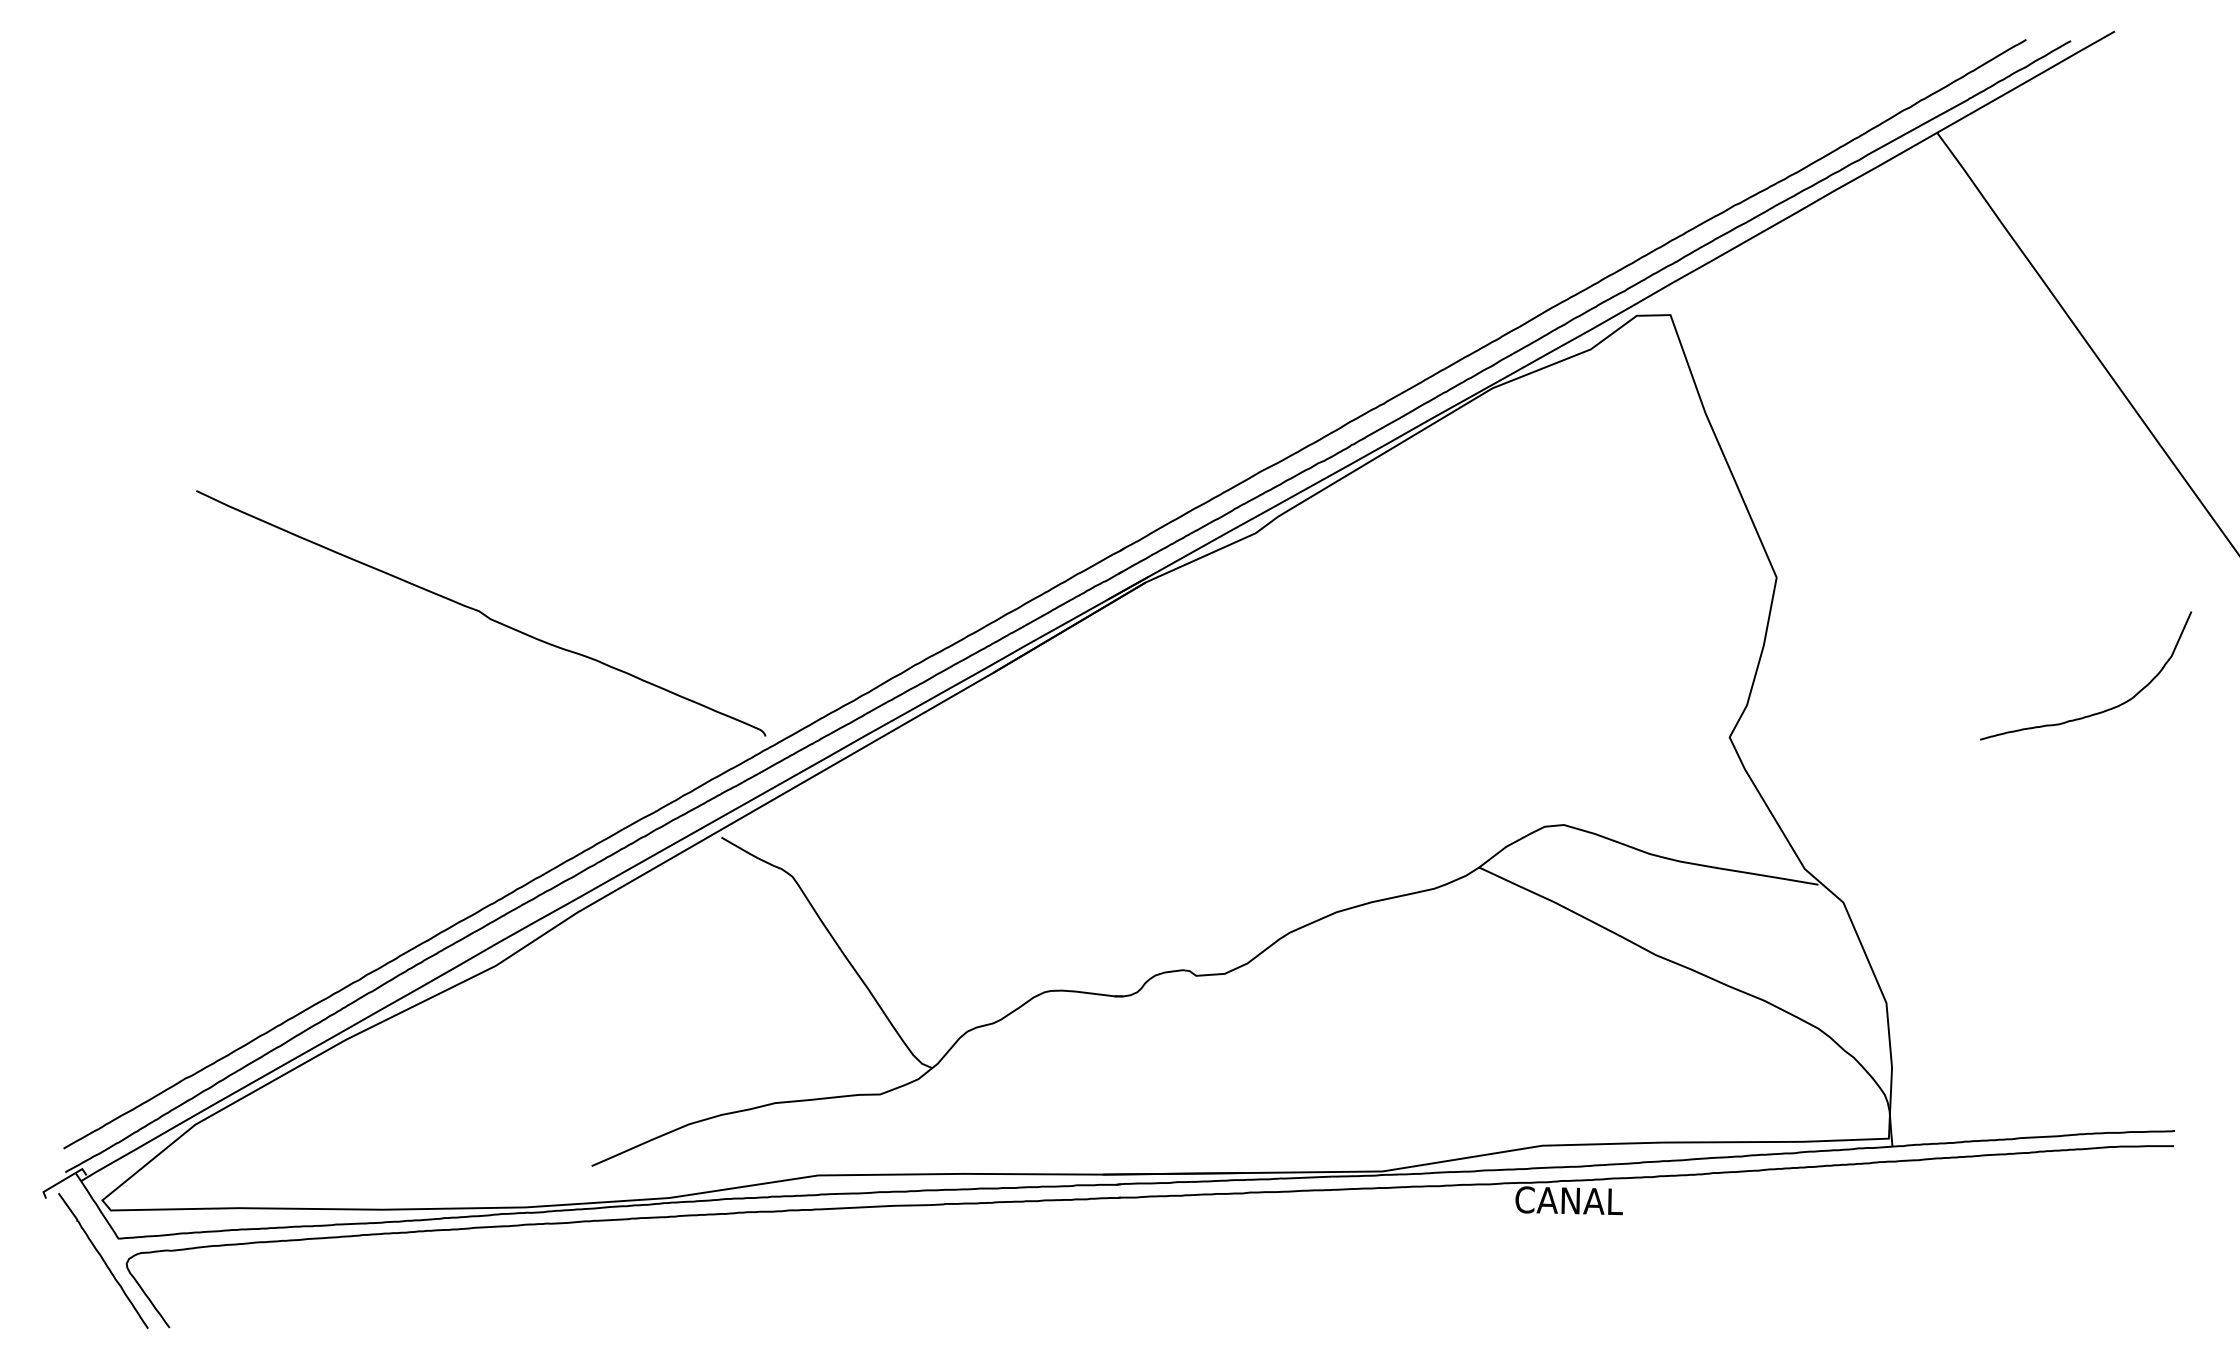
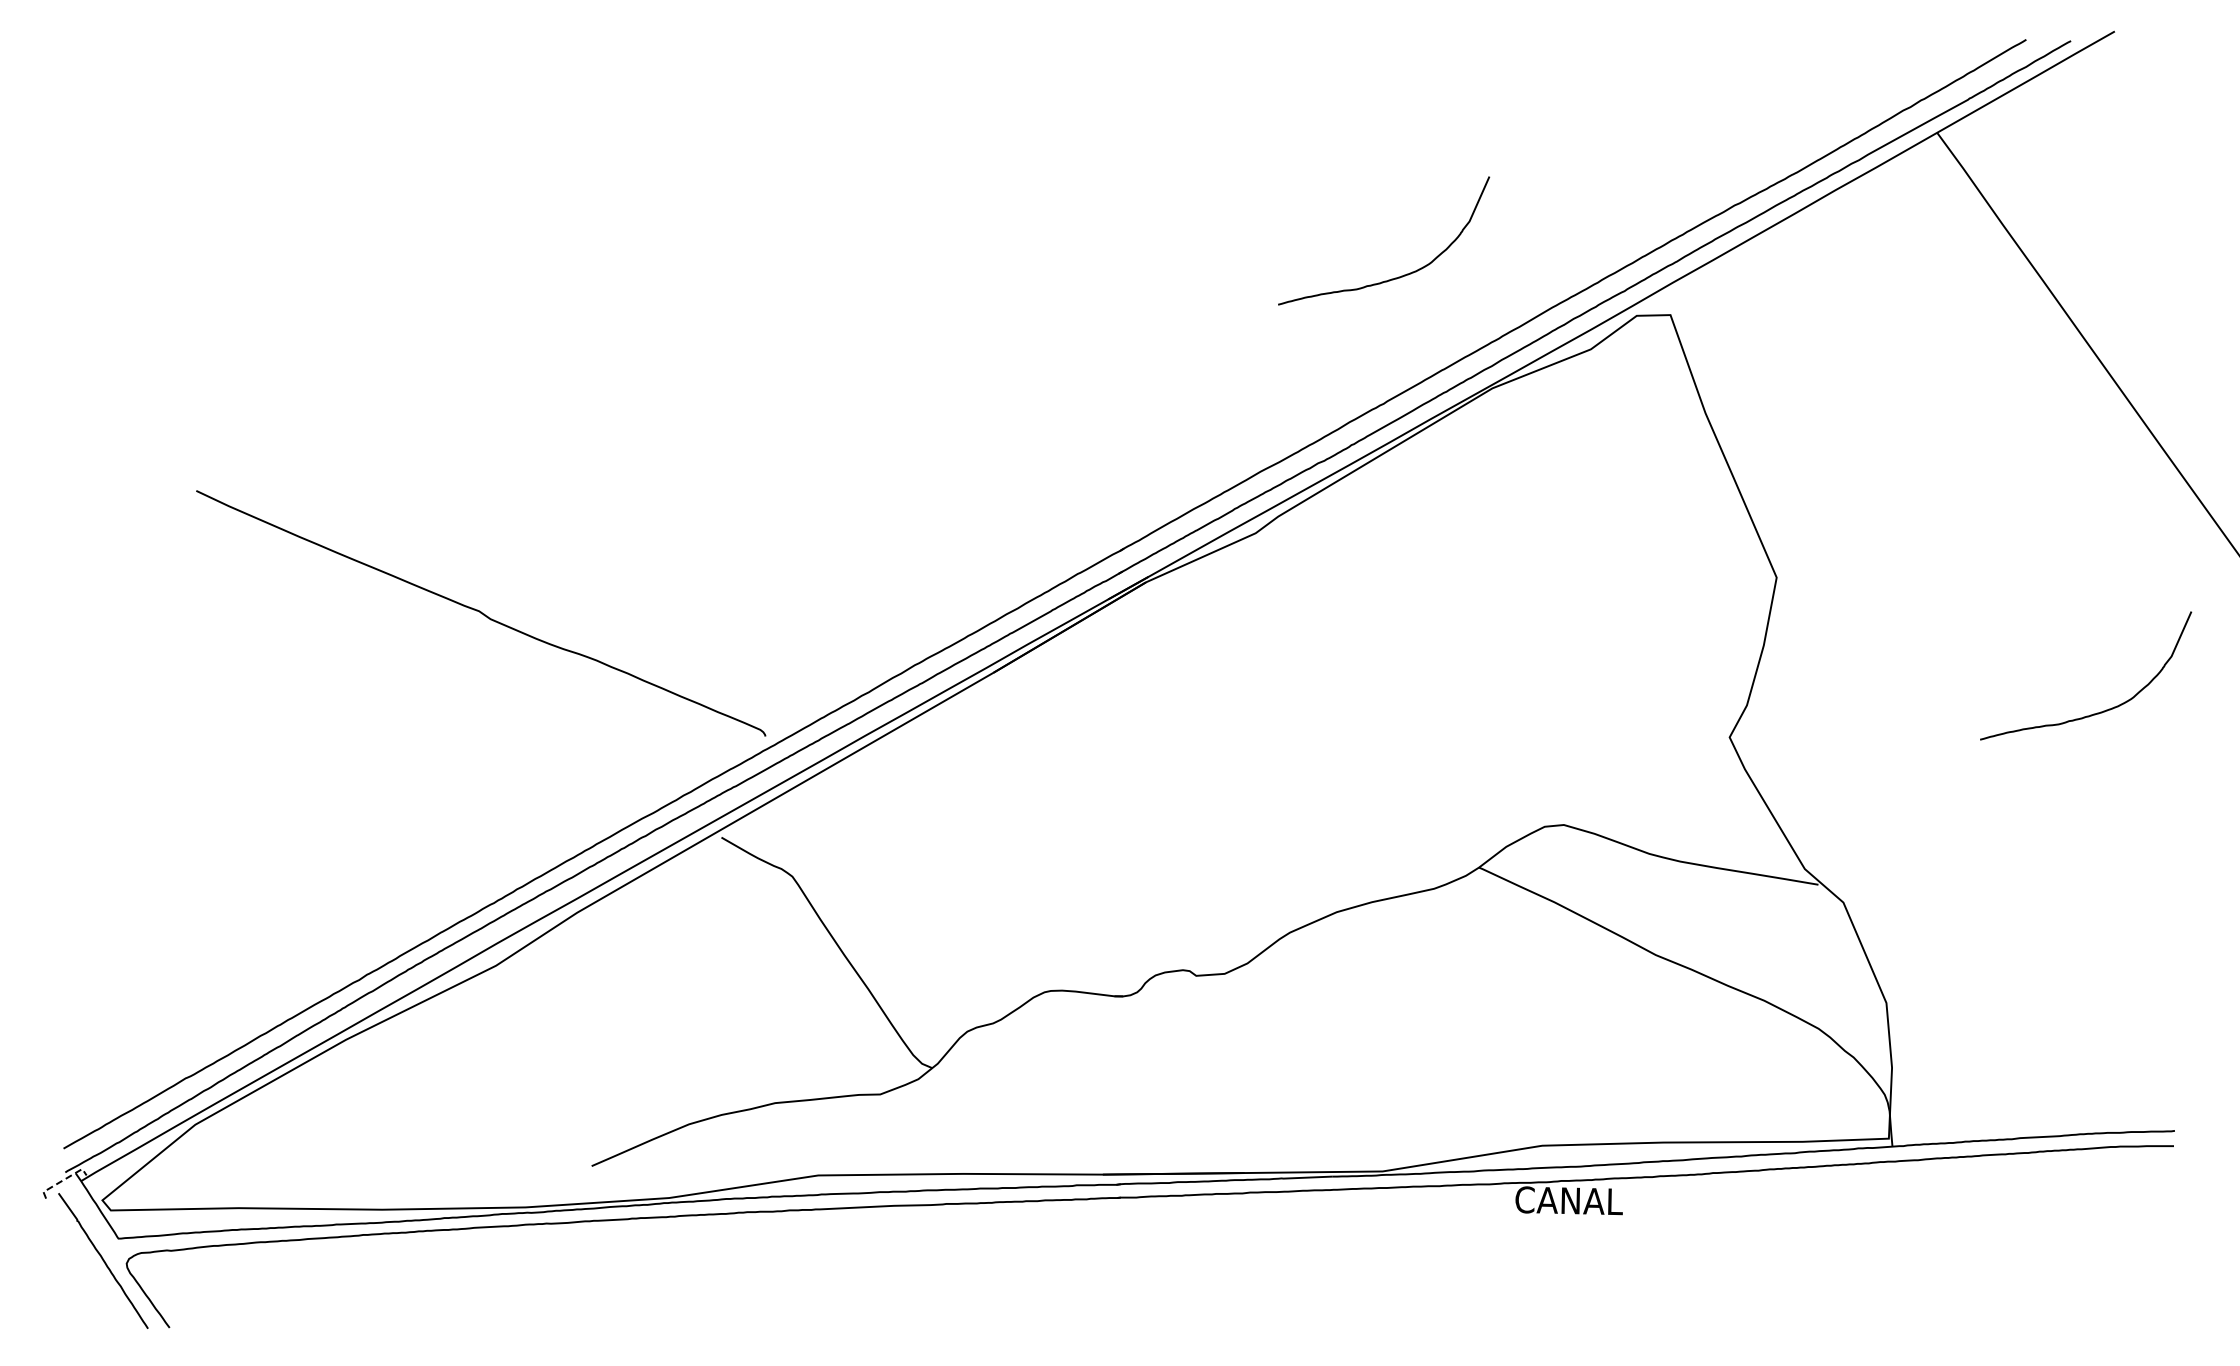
curve at (1395, 277): none -> present
line at (62, 1180): solid -> dashed
